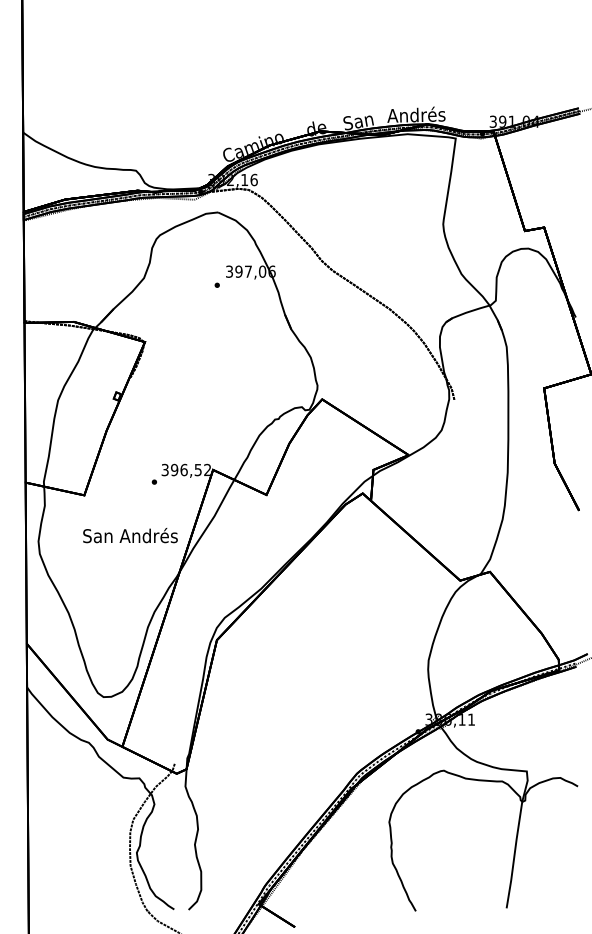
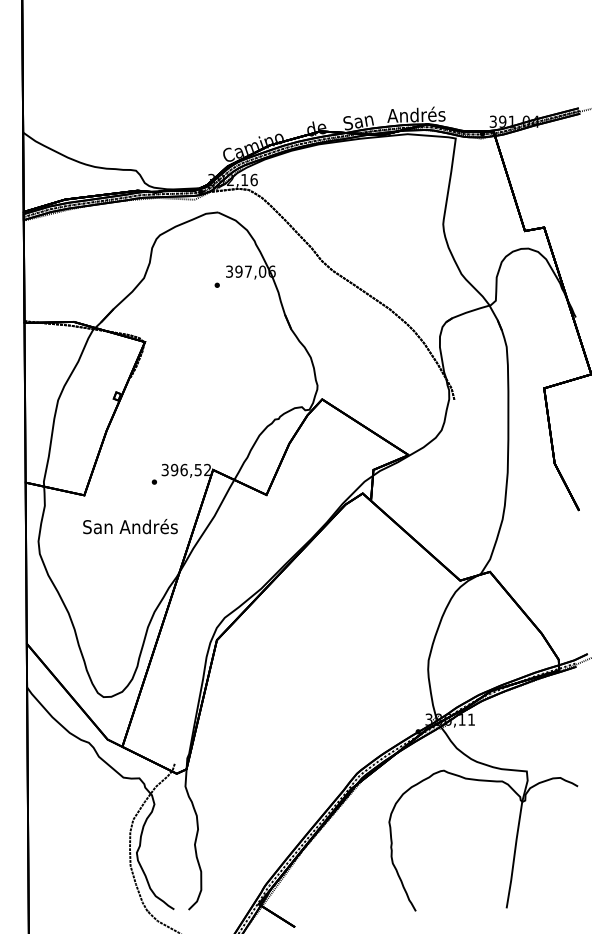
text at (130, 535) position: (130, 535) -> (130, 526)
